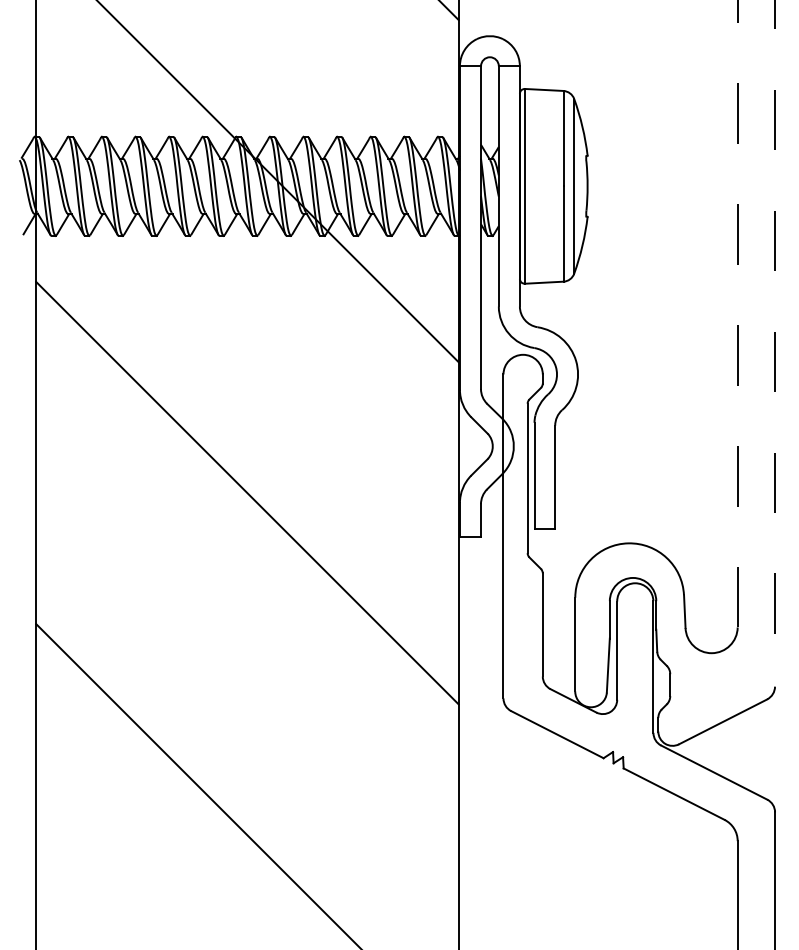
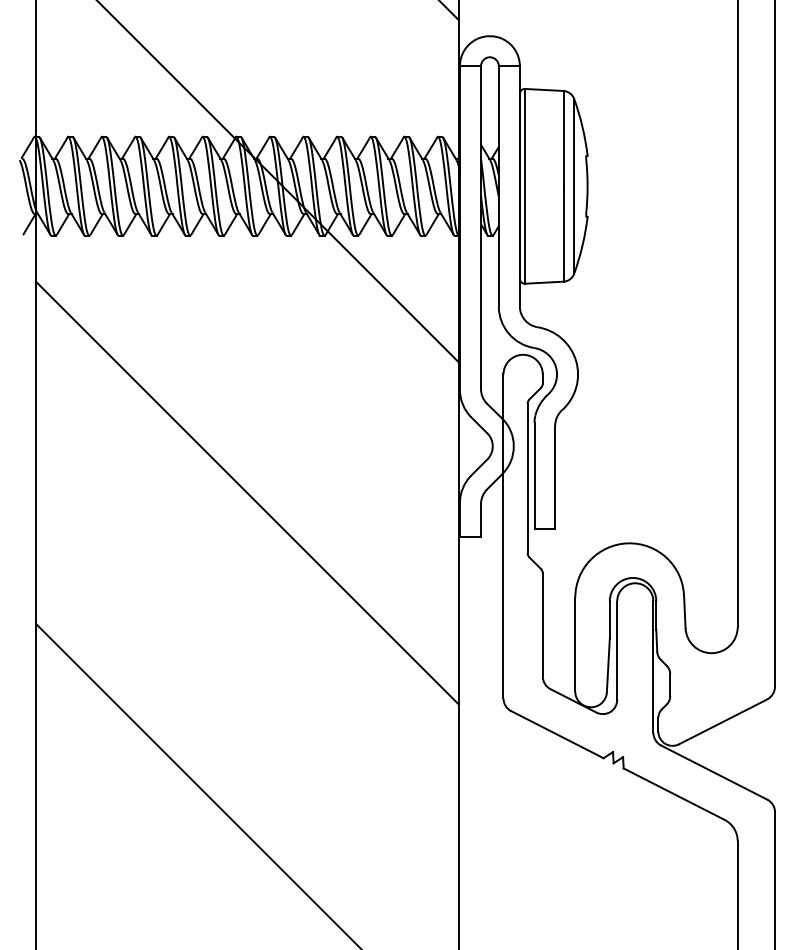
line at (737, 313): dashed -> solid
line at (775, 343): dashed -> solid
